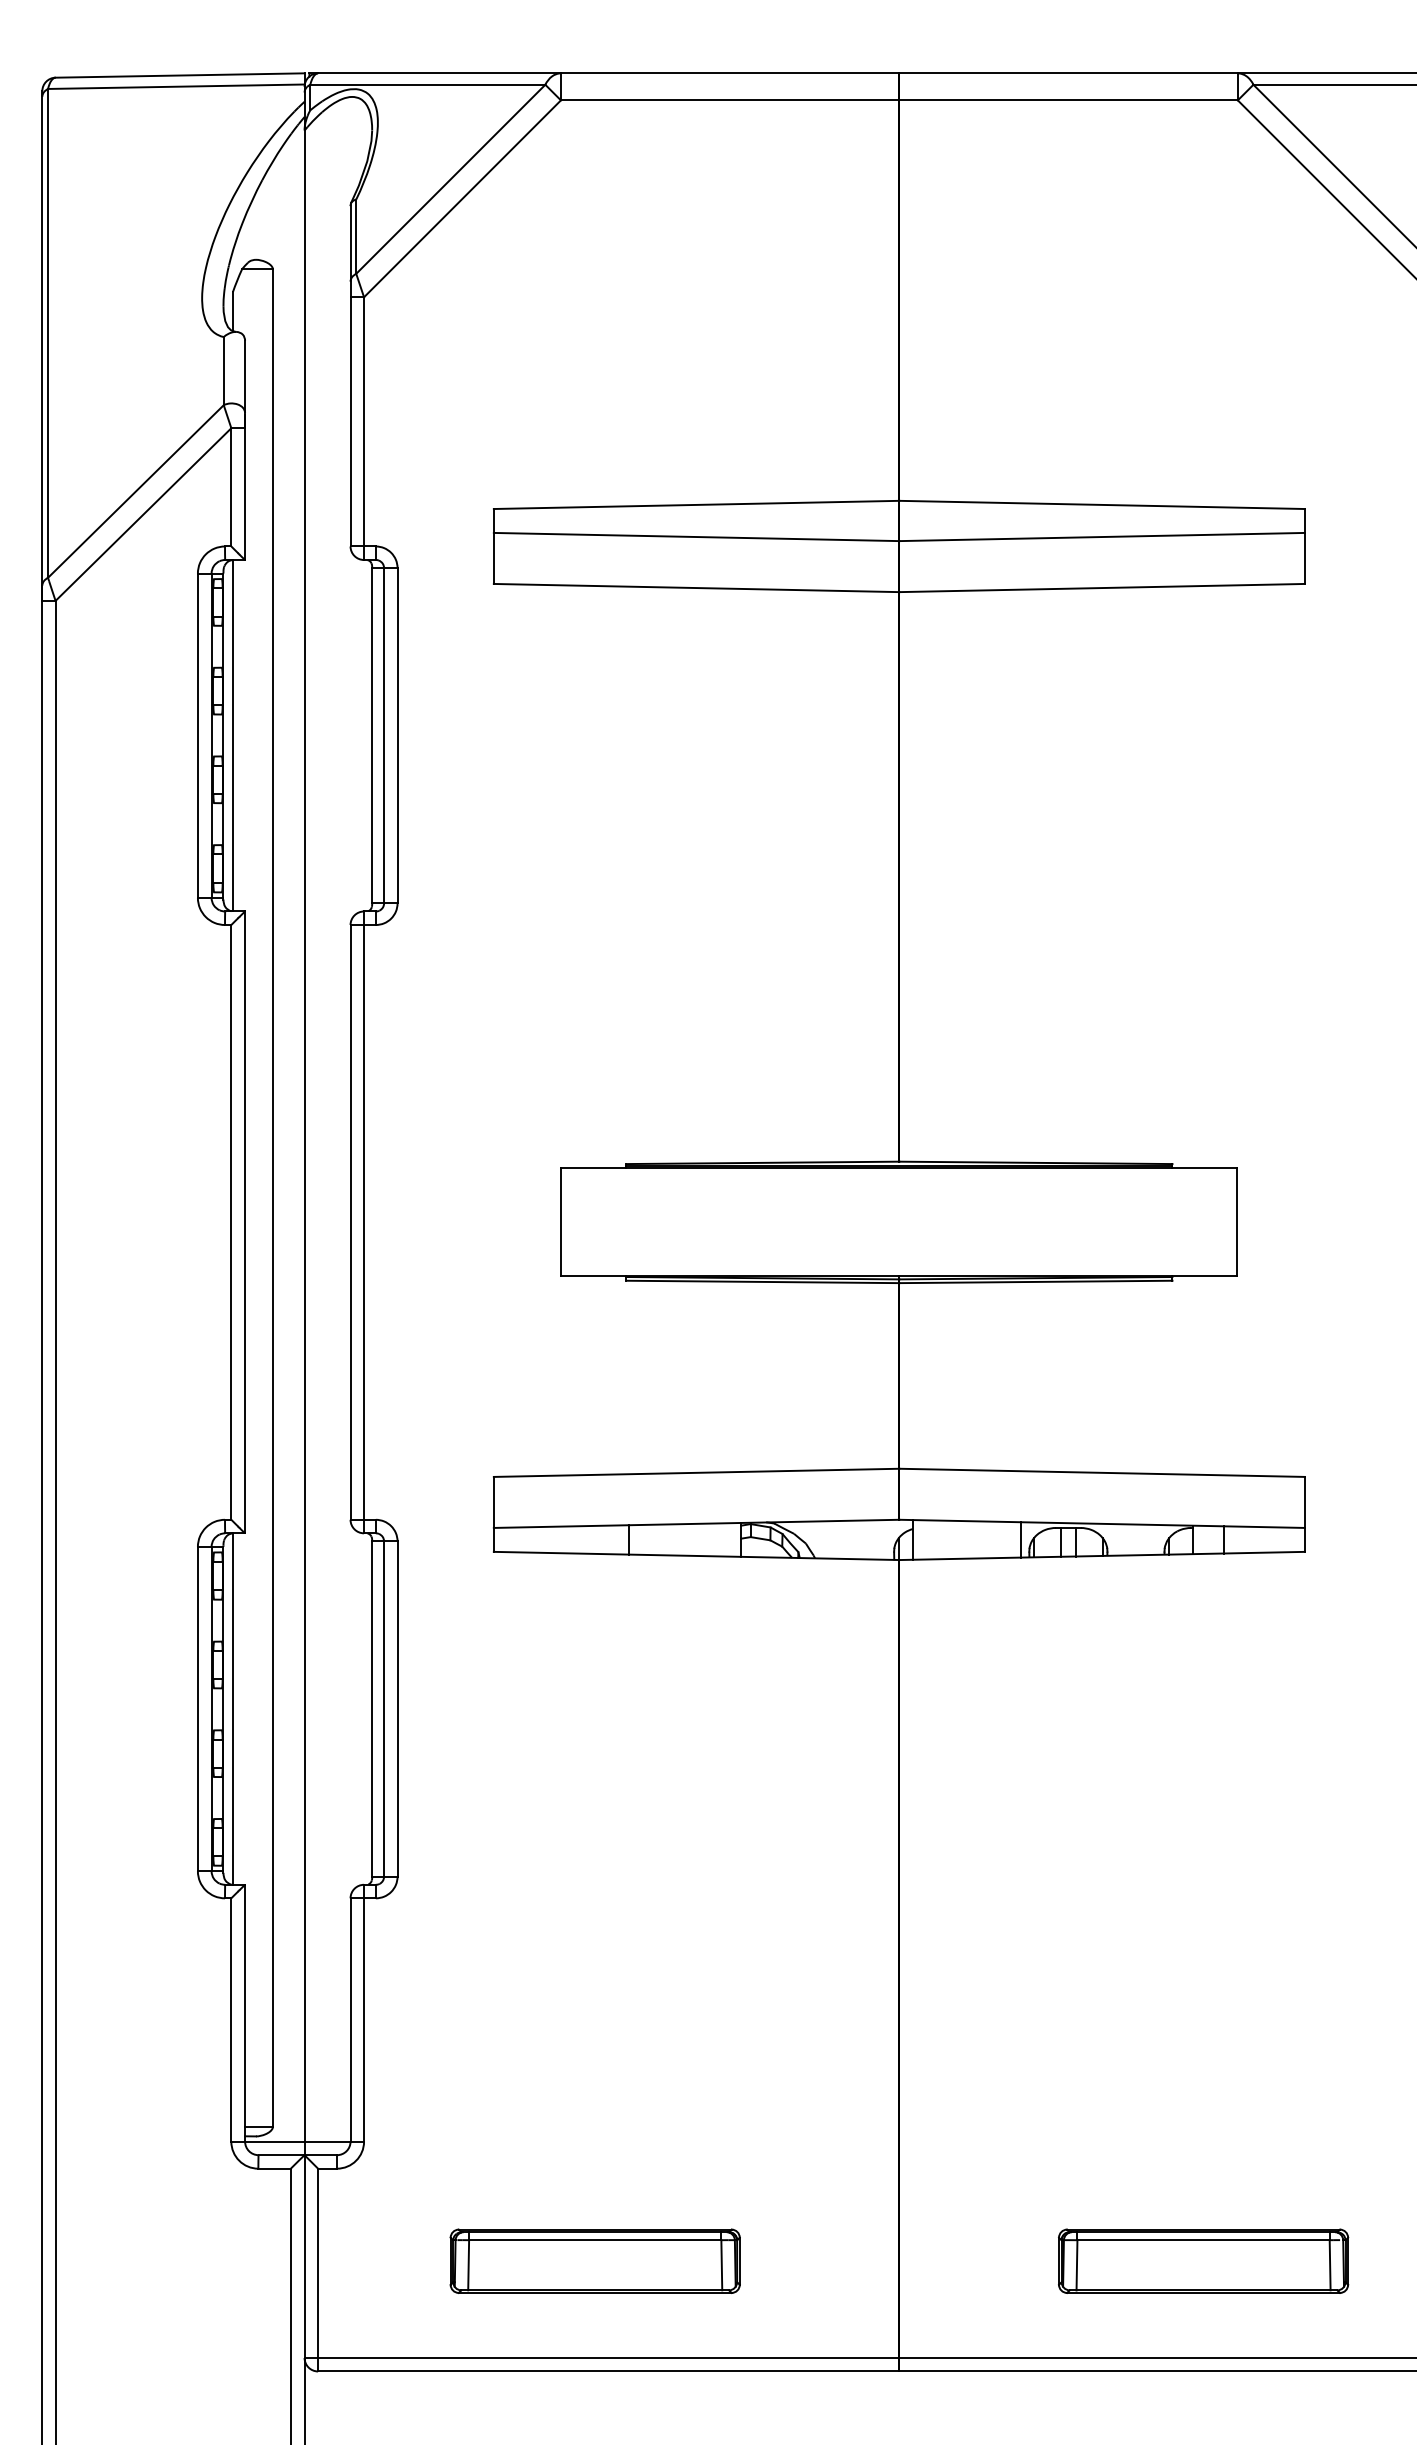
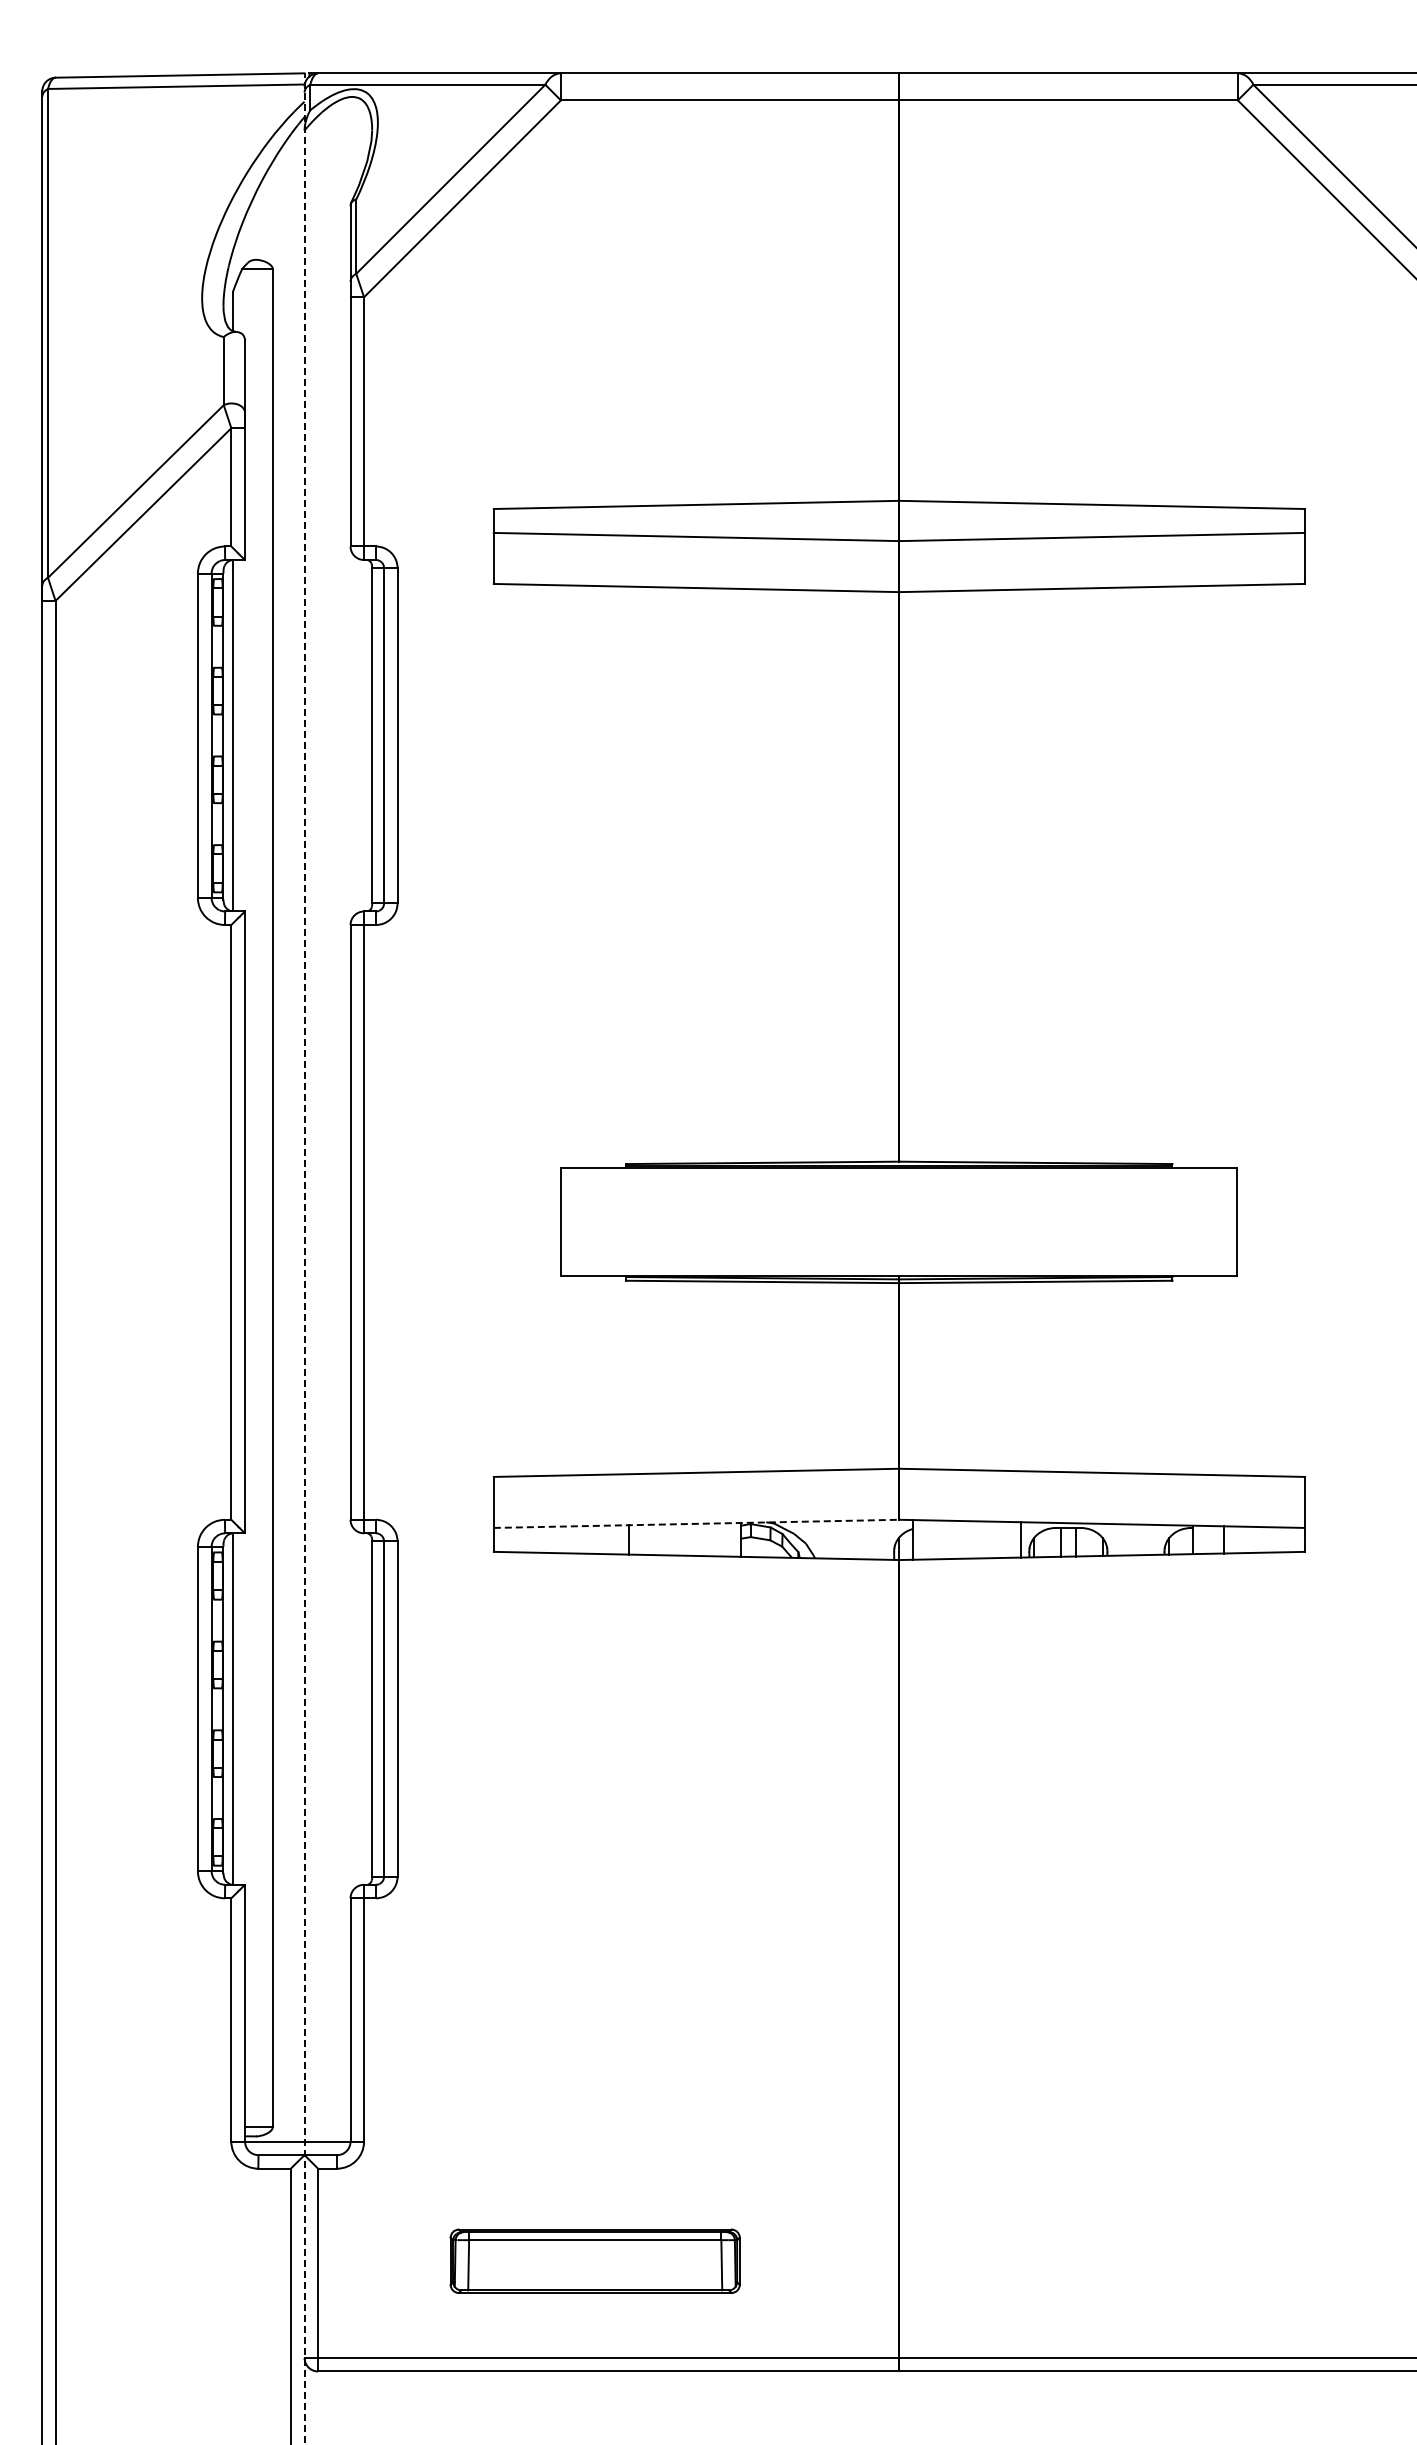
line at (304, 1259): solid -> dashed
line at (696, 1523): solid -> dashed
part at (1203, 2260): present -> none
